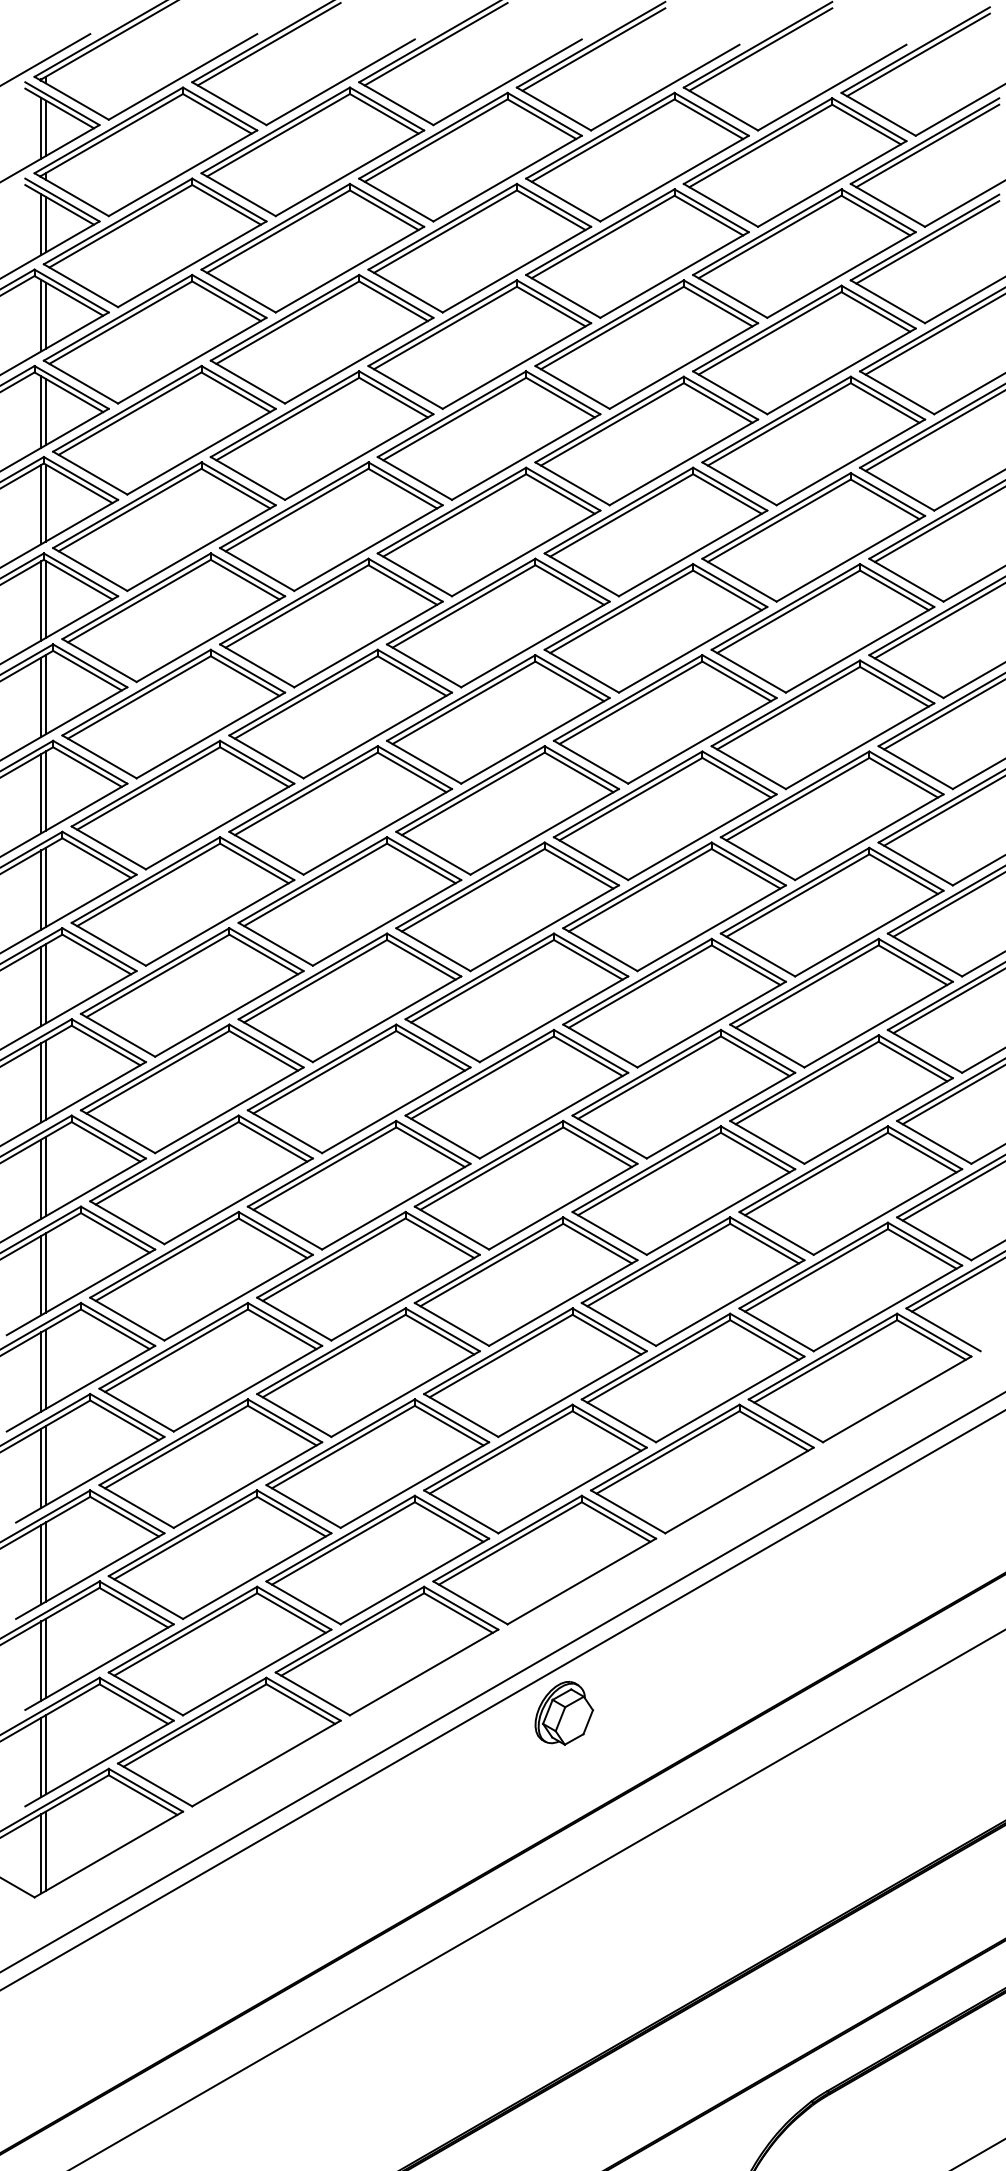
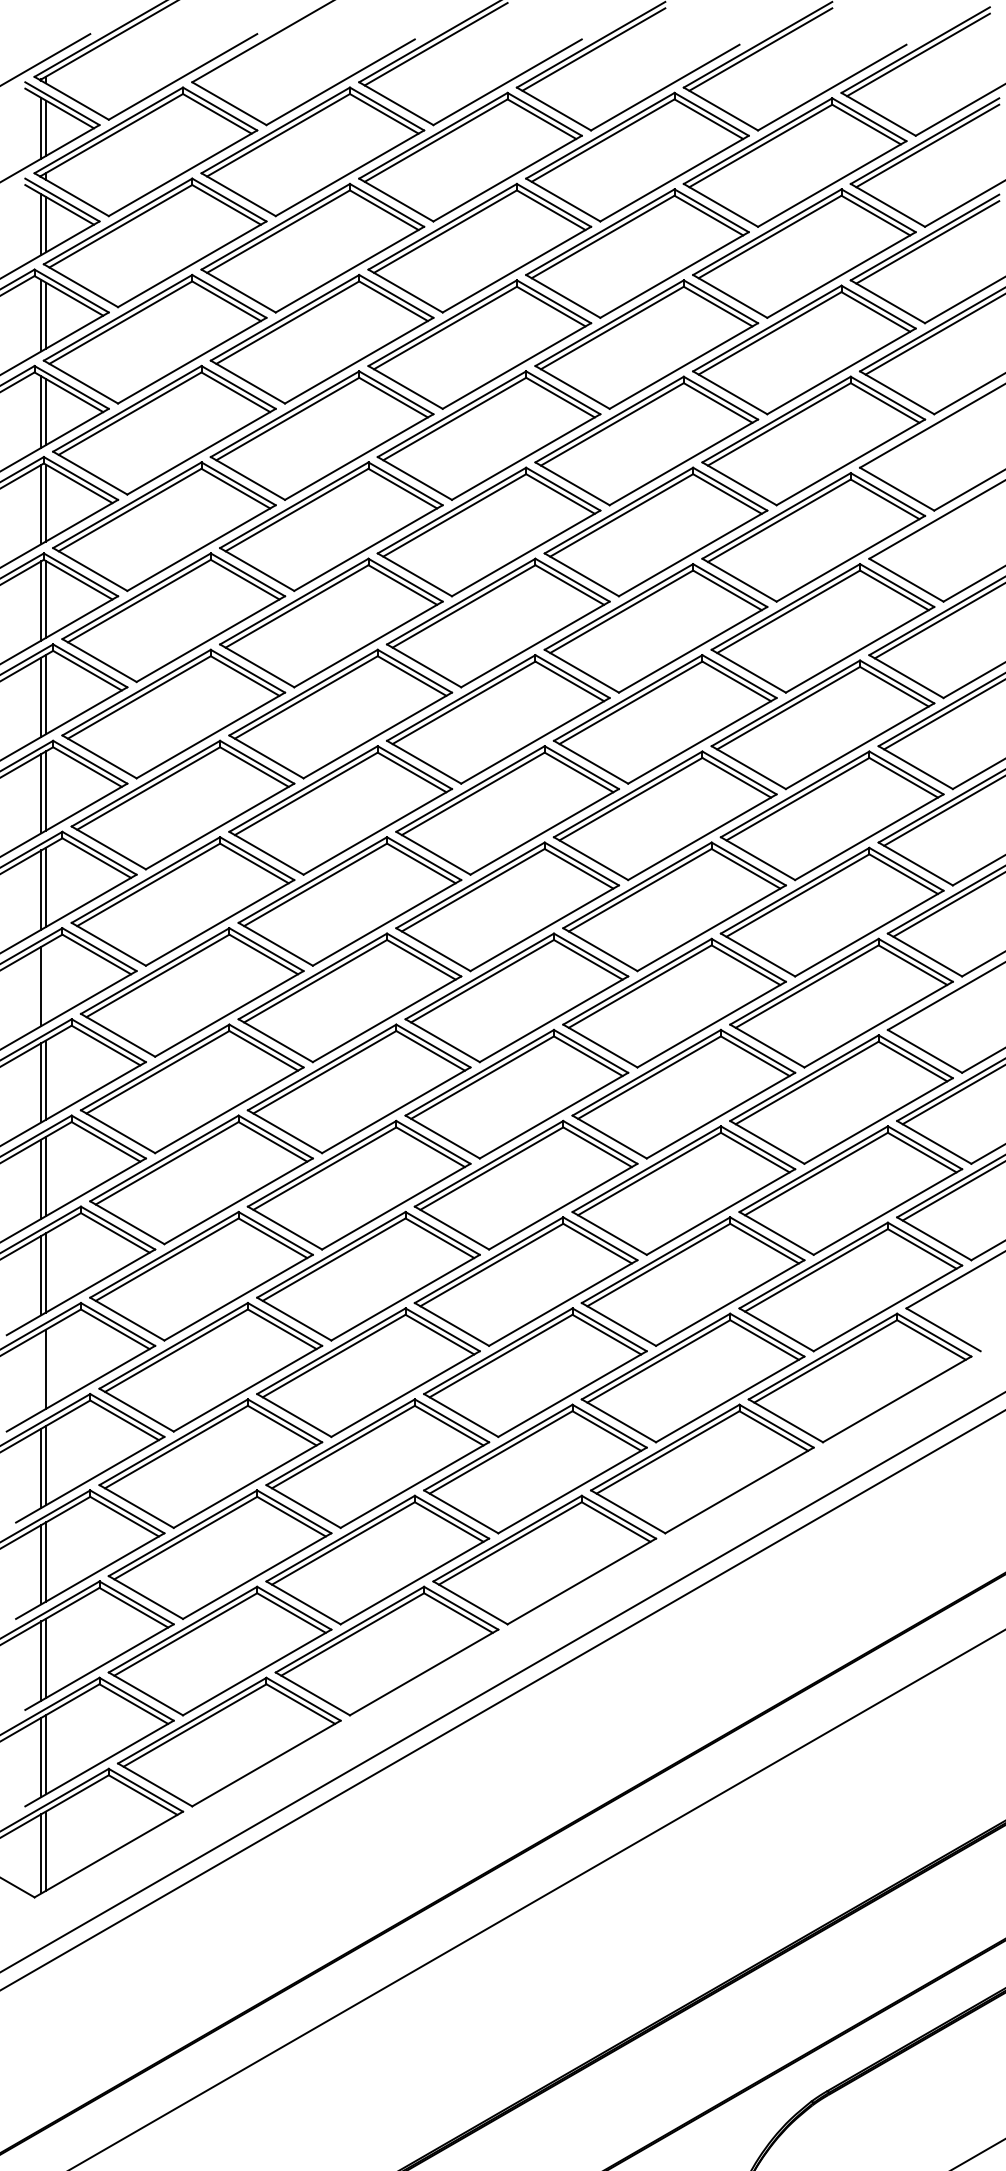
line at (268, 44): present -> none
line at (933, 431): present -> none
line at (938, 524): present -> none
line at (45, 983): present -> none
line at (947, 1001): present -> none
line at (957, 1285): present -> none
line at (41, 1371): present -> none
part at (564, 1713): present -> none
